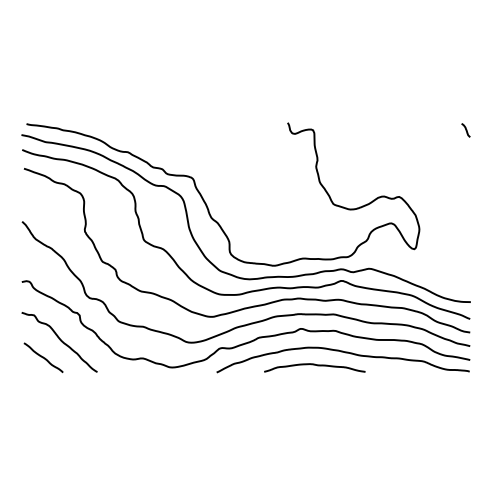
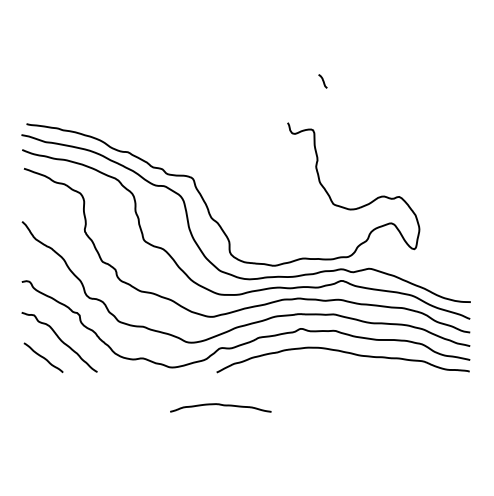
line at (465, 130) position: (465, 130) -> (322, 81)
curve at (314, 365) position: (314, 365) -> (220, 405)
